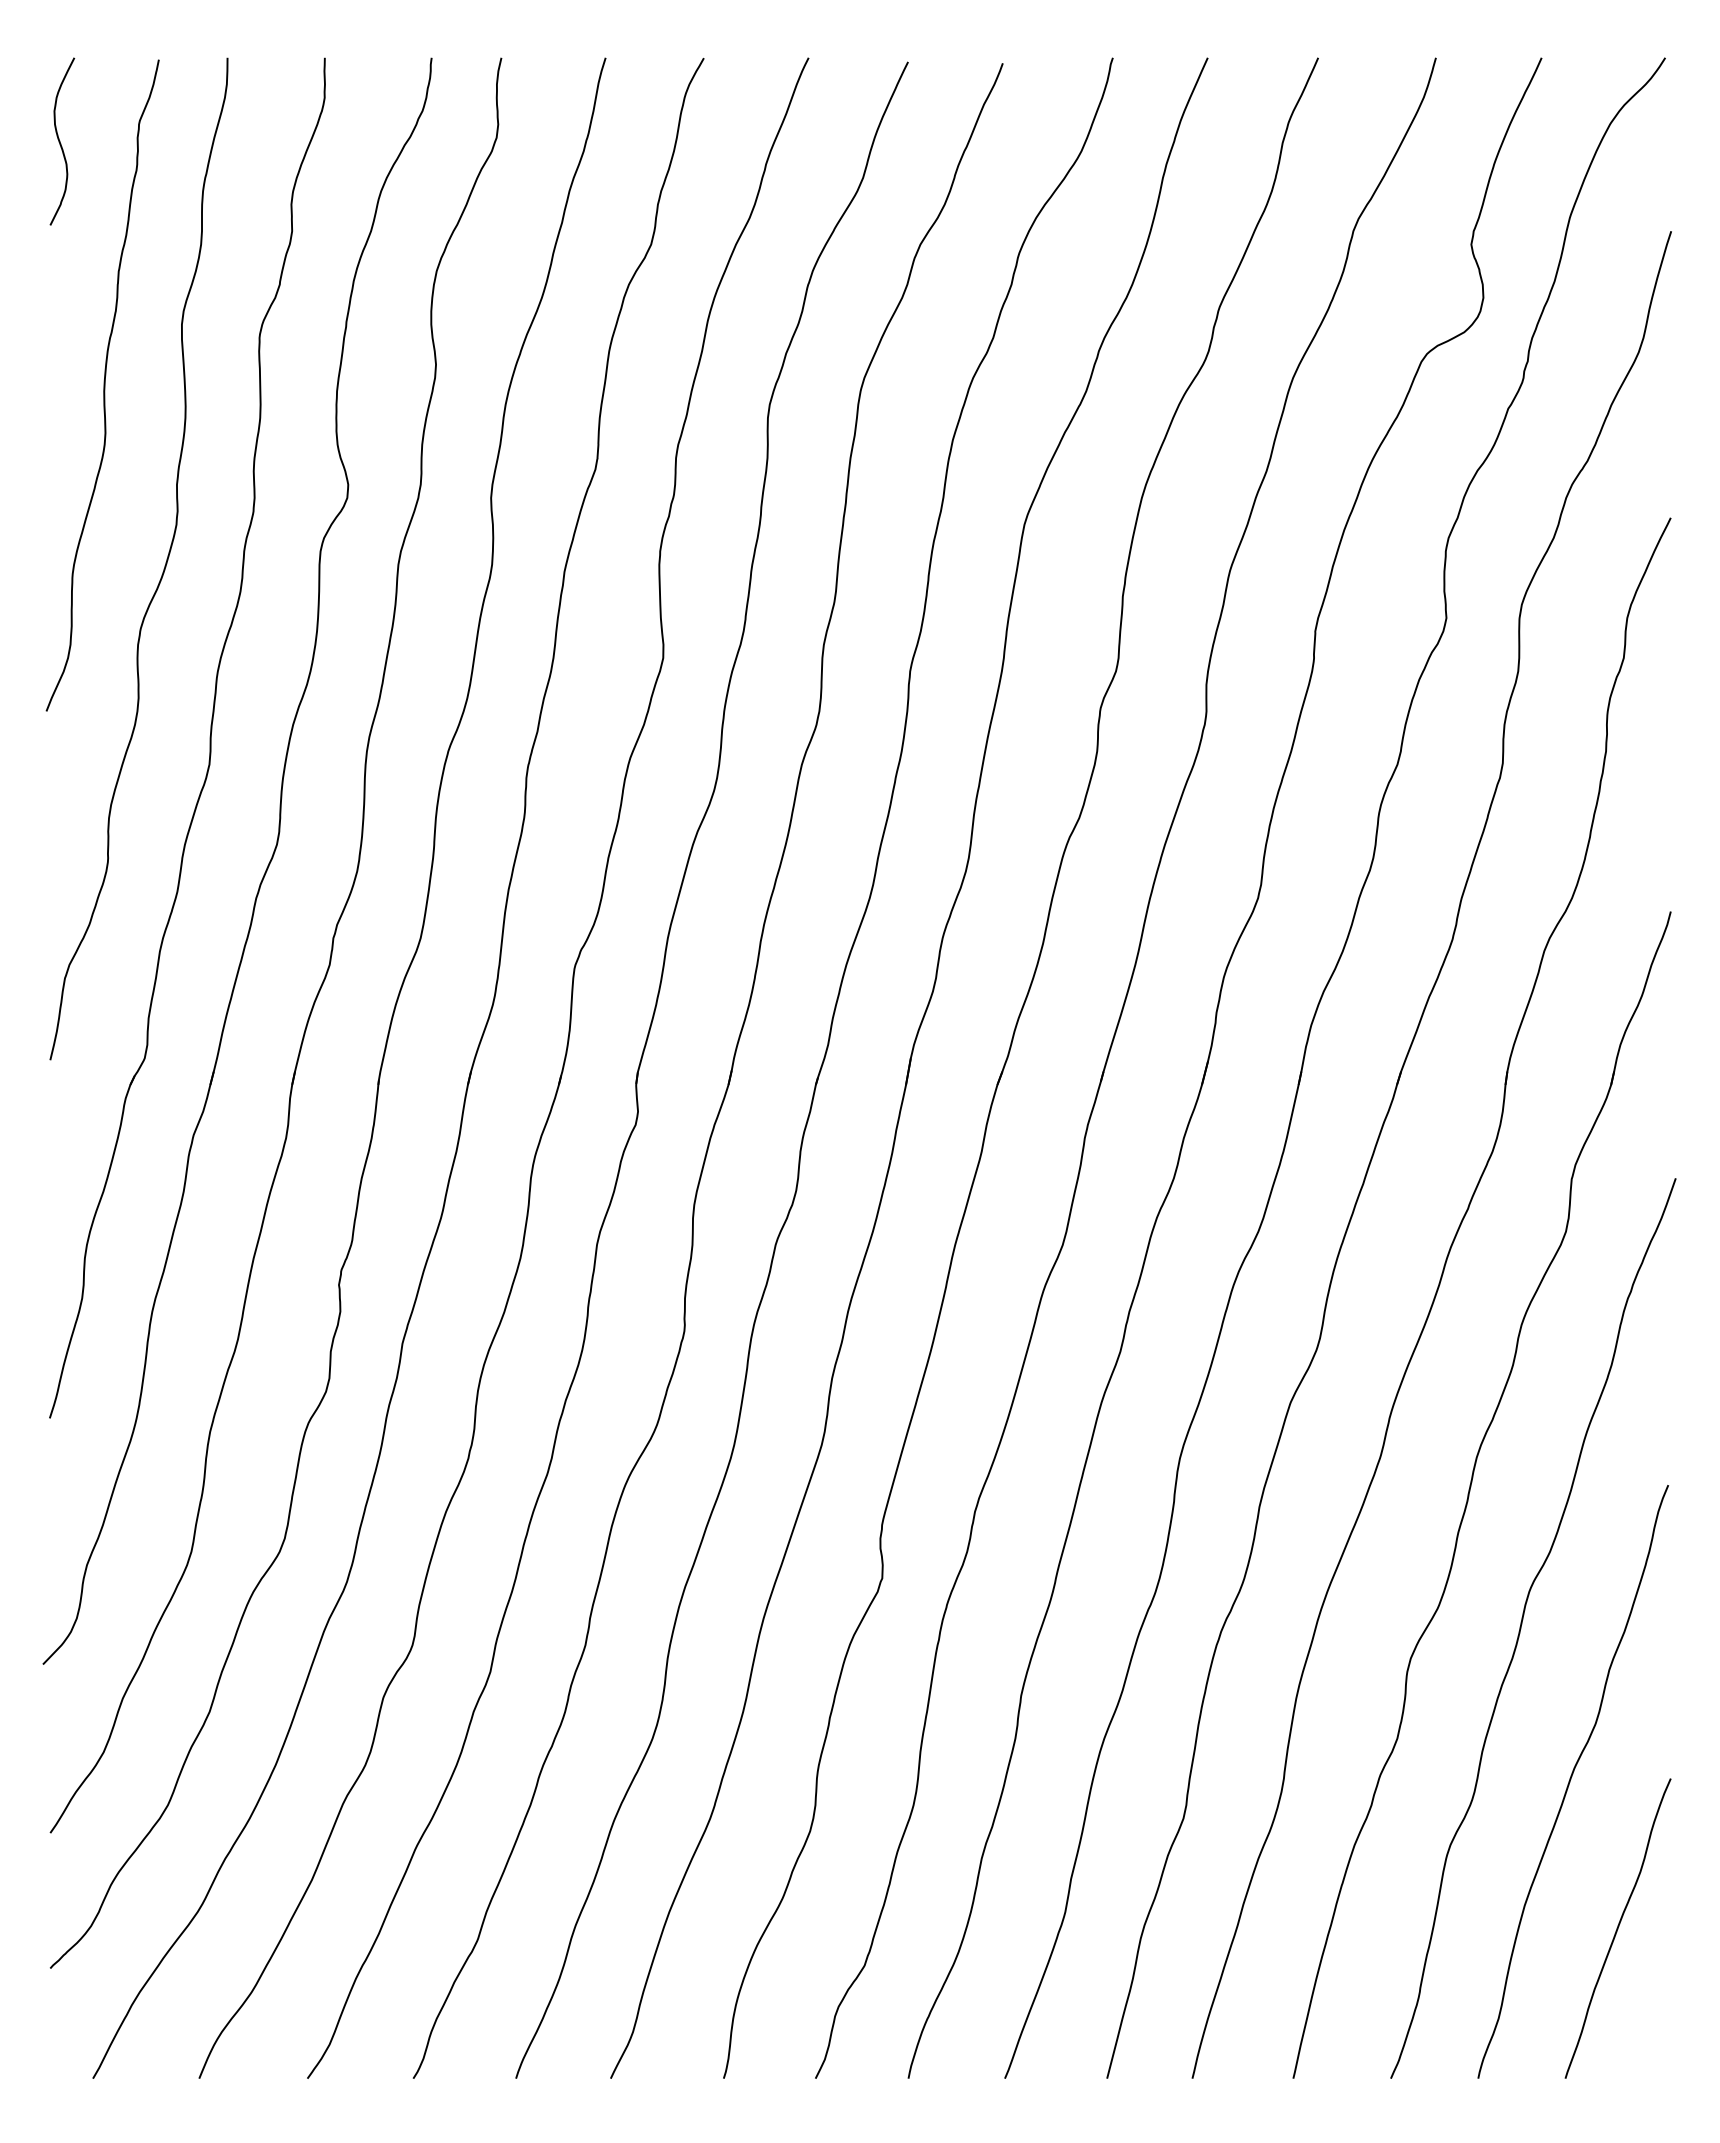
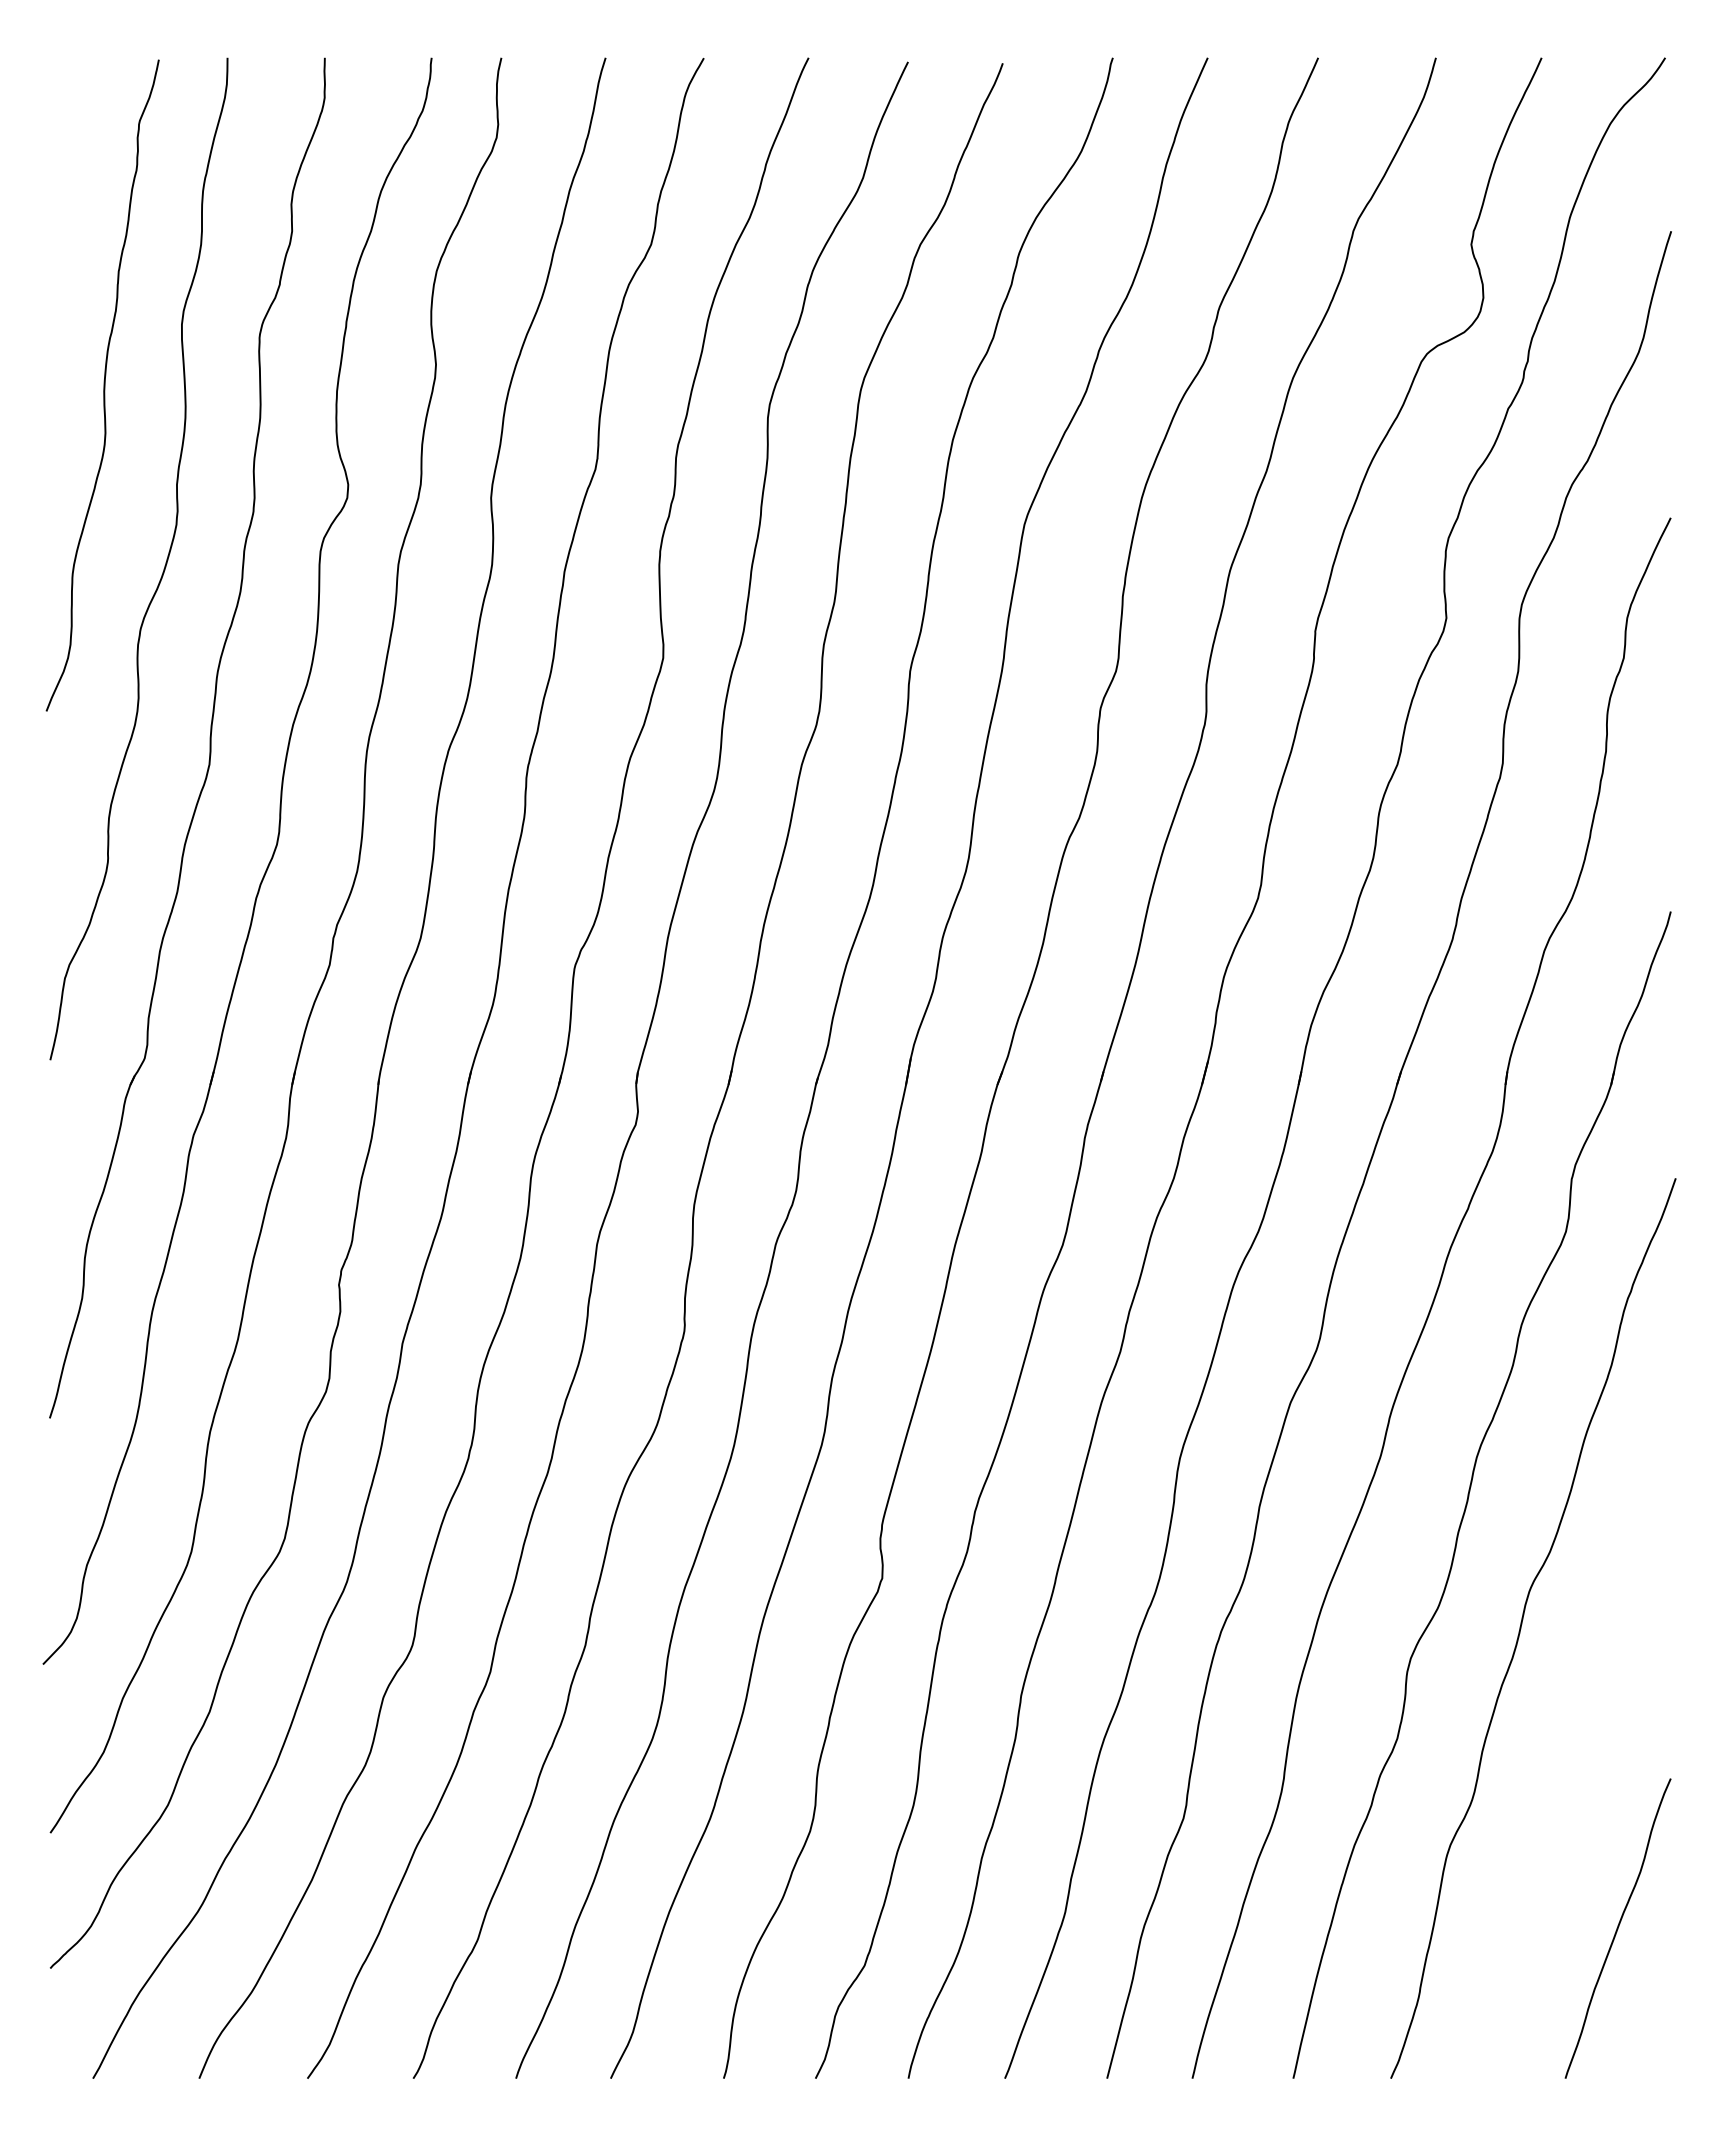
curve at (60, 141): present -> none
curve at (1570, 1781): present -> none
